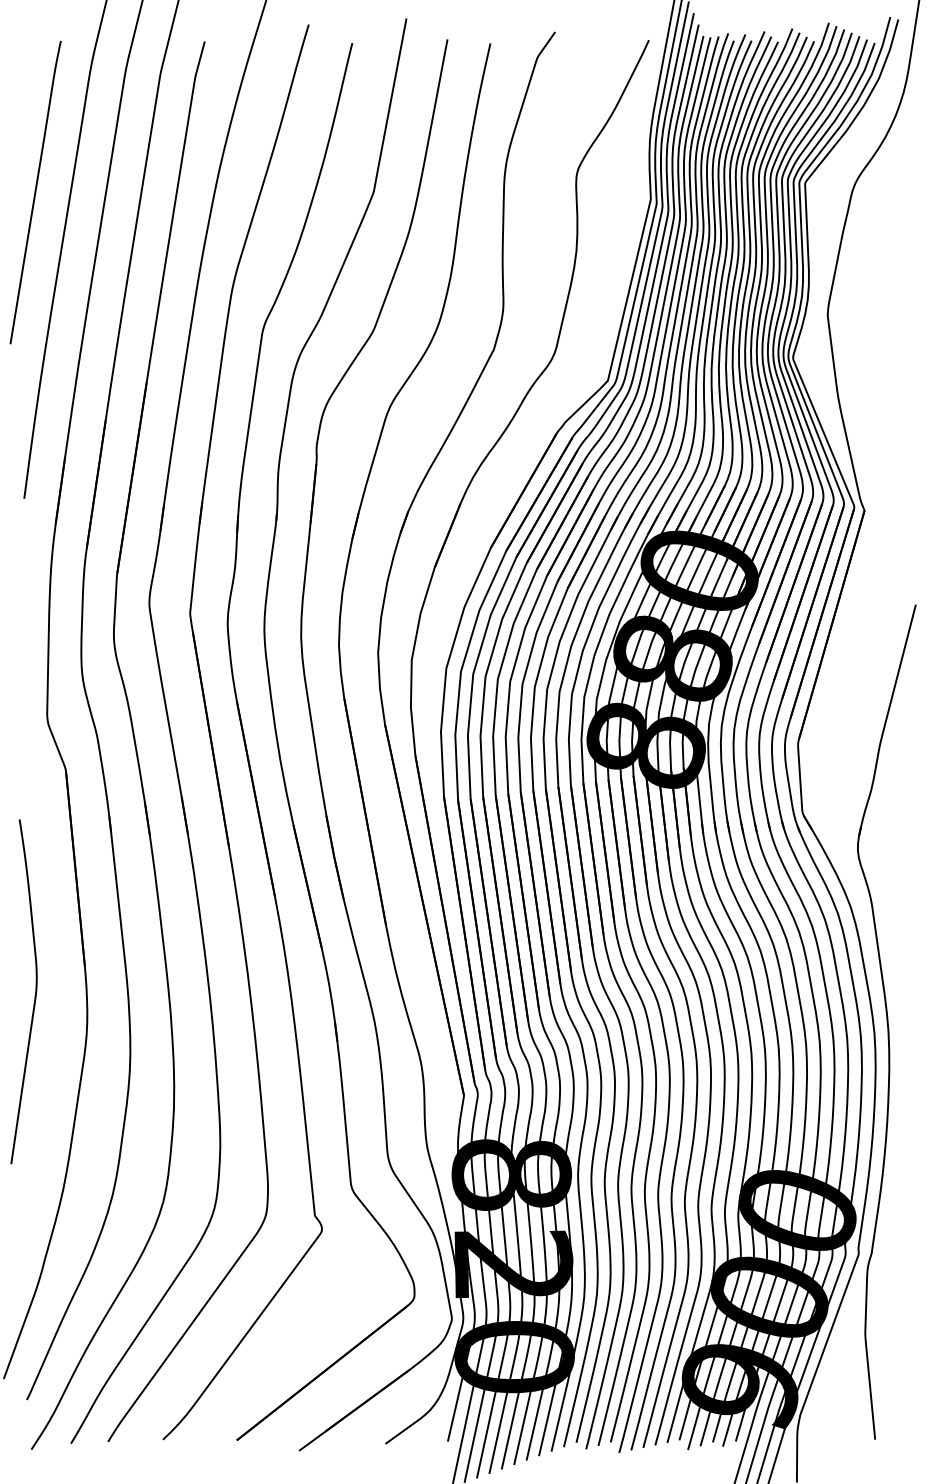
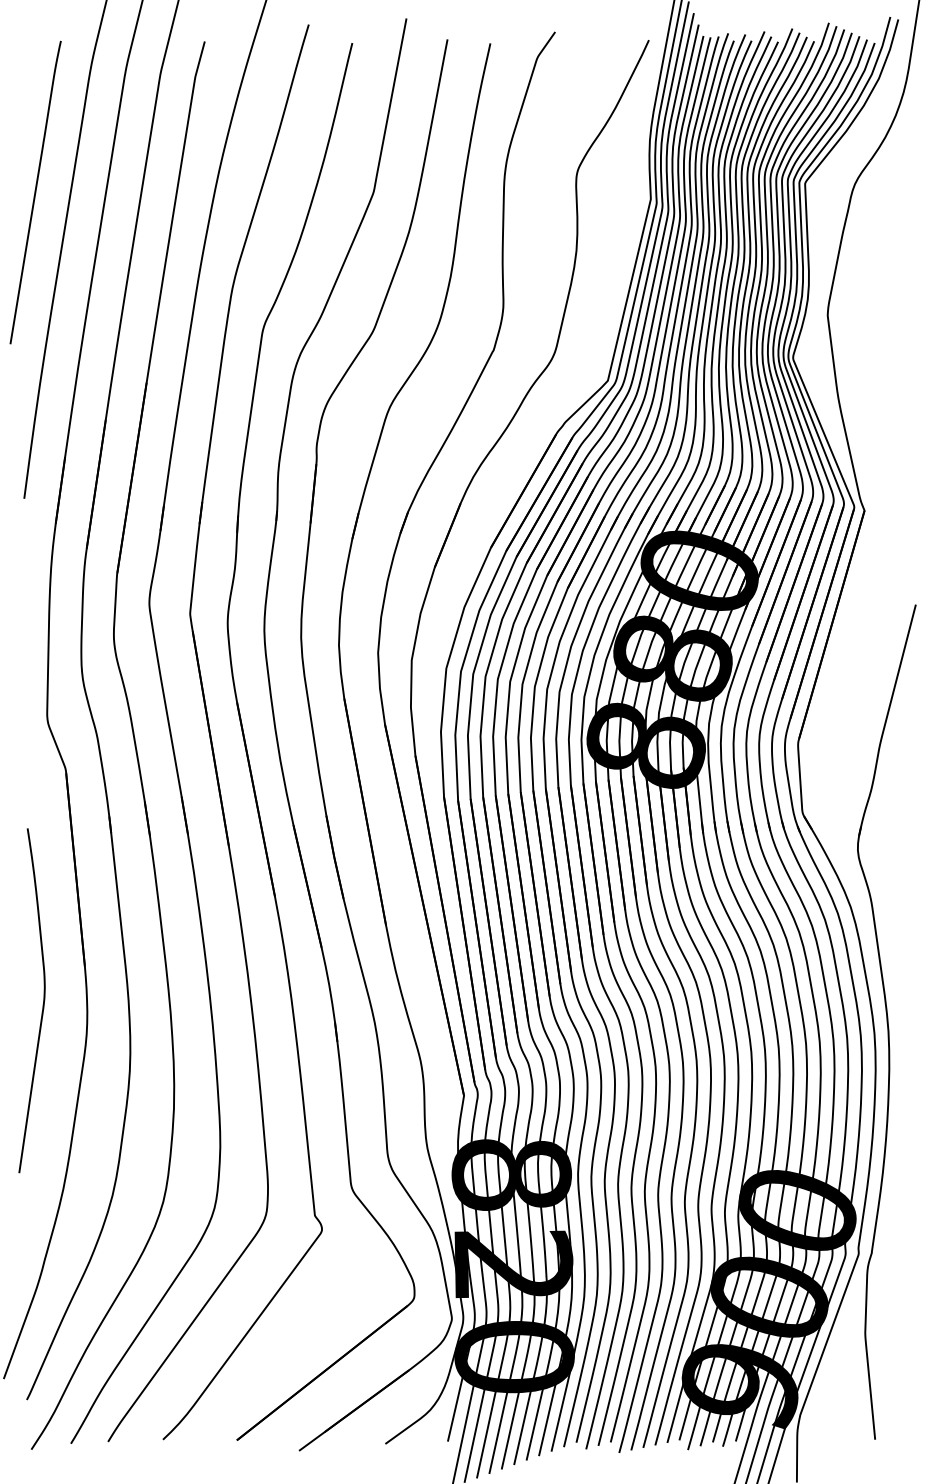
curve at (34, 995) position: (34, 995) -> (42, 1004)
